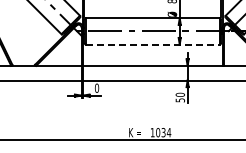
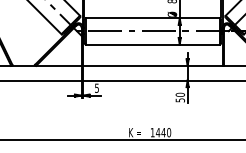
line at (152, 44): dashed -> solid
text at (96, 87): 0 -> 5
text at (163, 132): 1034 -> 1440
